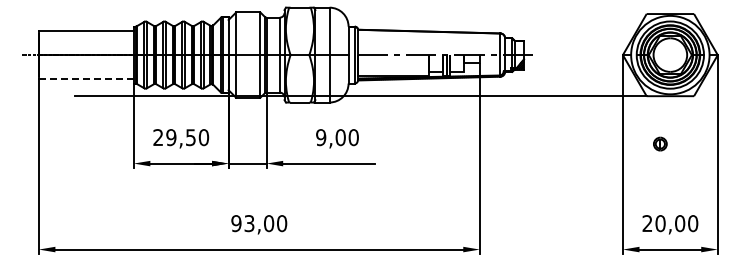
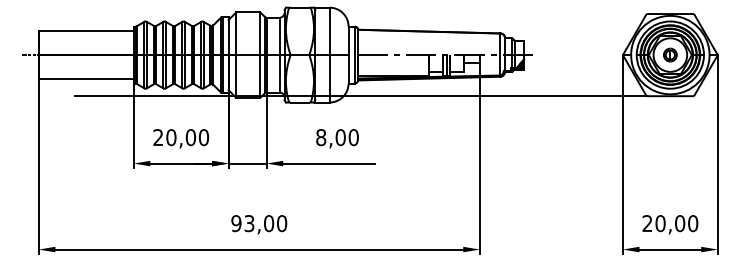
line at (86, 78): dashed -> solid
text at (181, 137): 29,50 -> 20,00
text at (321, 137): 9,00 -> 8,00
part at (660, 143) position: (660, 143) -> (670, 54)
